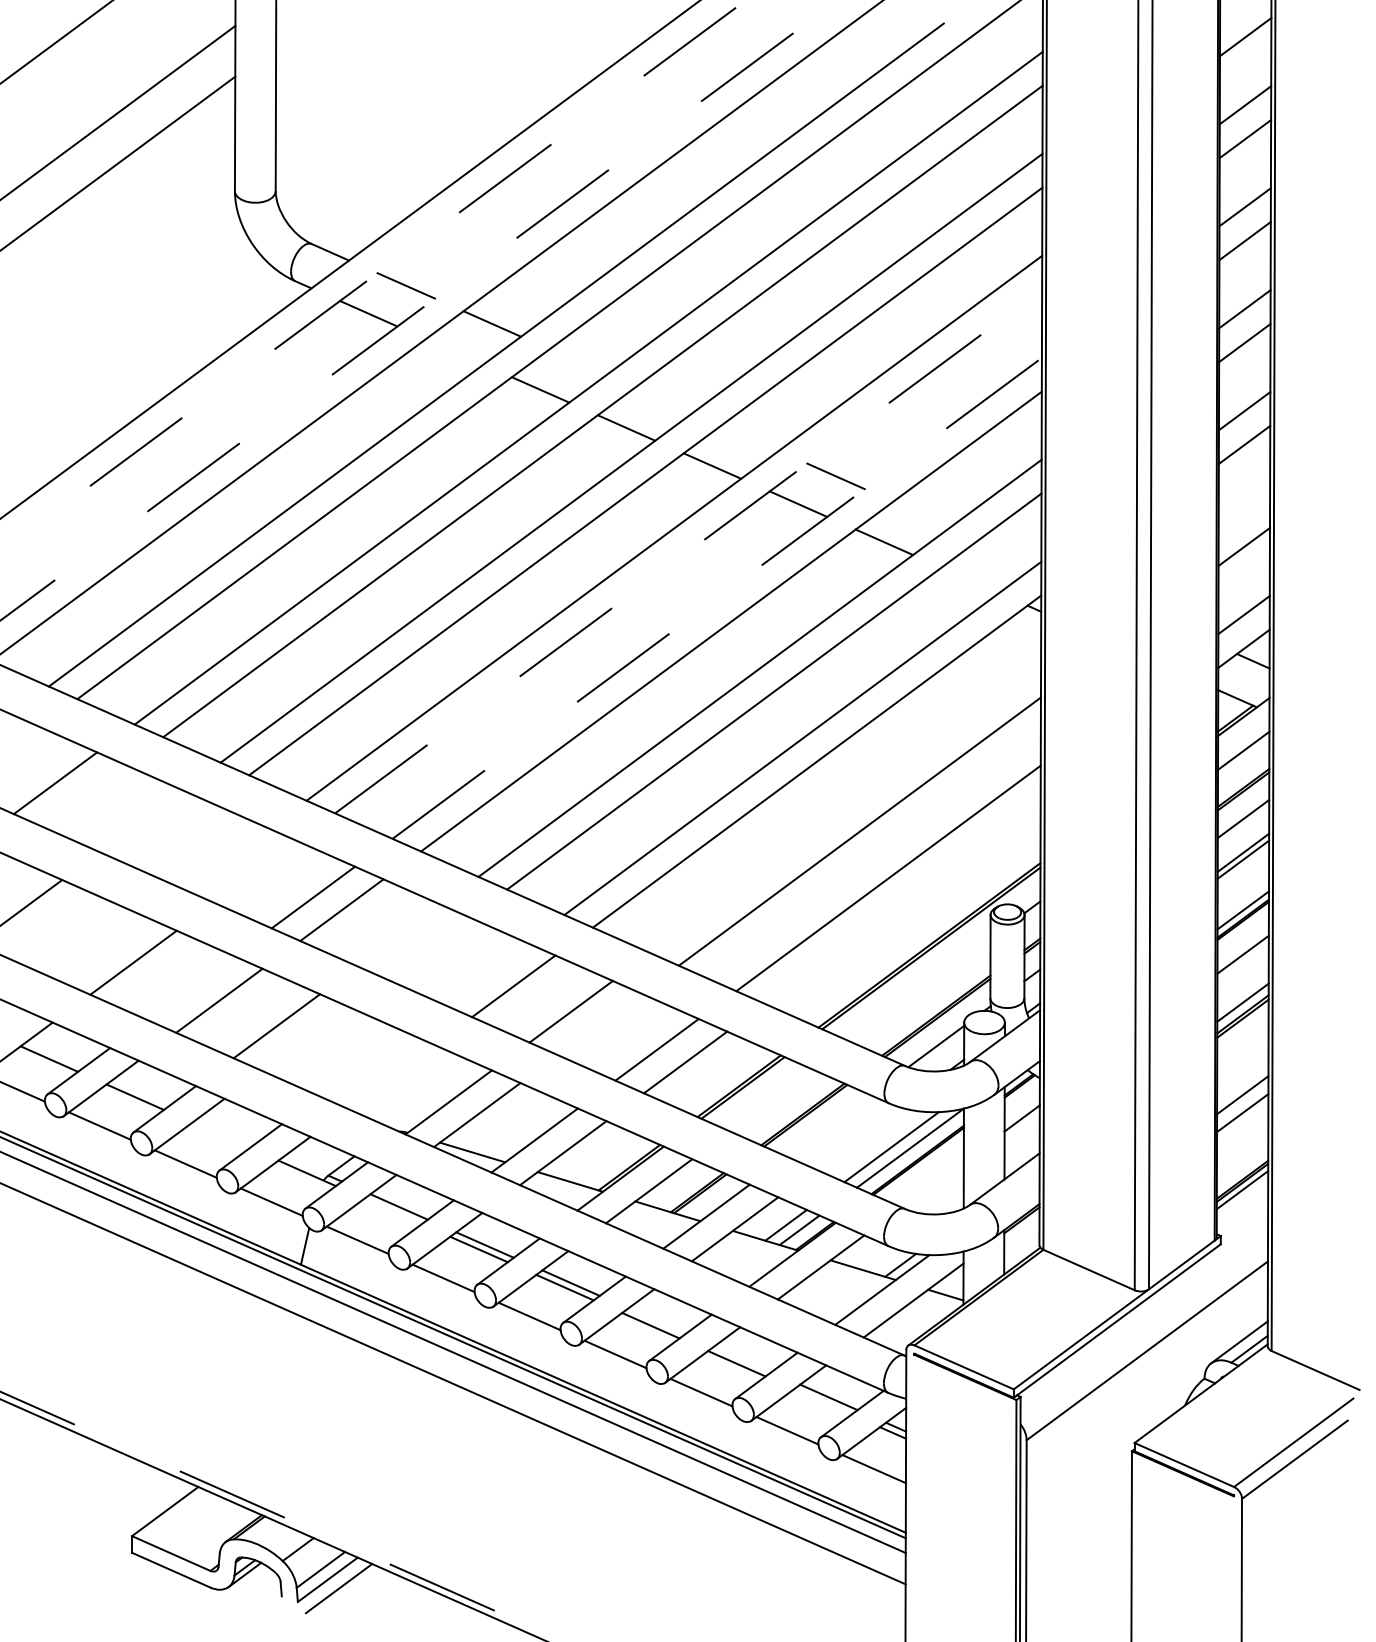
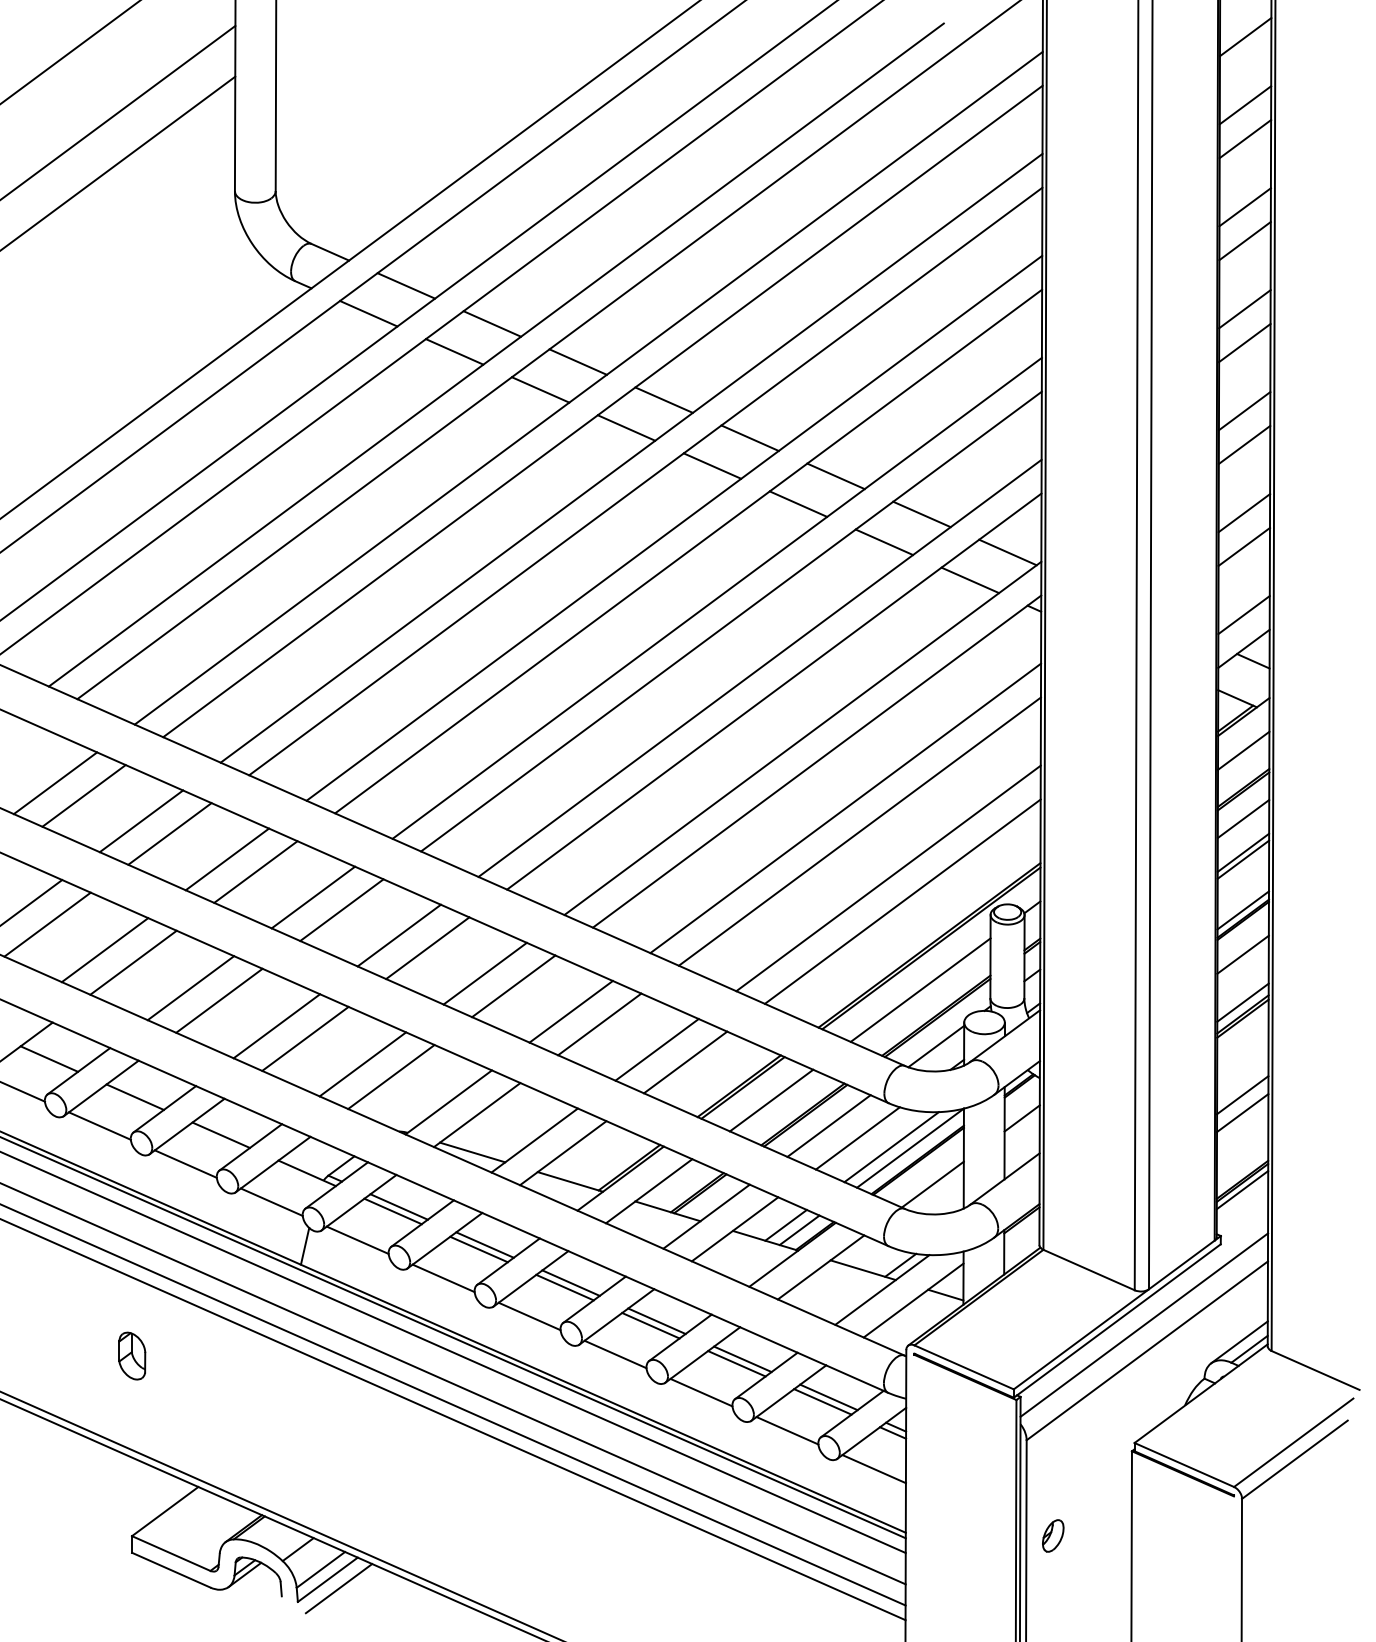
line at (56, 42) position: (56, 42) -> (69, 52)
line at (373, 276): dashed -> solid
line at (419, 309): dashed -> solid
line at (454, 351): none -> present
line at (577, 361): none -> present
line at (663, 399): none -> present
line at (749, 437): none -> present
line at (1244, 513): none -> present
line at (921, 514): none -> present
line at (688, 551): dashed -> solid
line at (1007, 552): none -> present
line at (970, 580): none -> present
line at (717, 598): dashed -> solid
line at (83, 795): none -> present
line at (845, 808): none -> present
line at (141, 821): none -> present
line at (169, 833): none -> present
line at (227, 859): none -> present
line at (255, 871): none -> present
line at (902, 901): none -> present
line at (47, 924): none -> present
line at (398, 935): none -> present
line at (427, 948): none -> present
line at (104, 950): none -> present
line at (484, 973): none -> present
line at (190, 988): none -> present
line at (920, 989): none -> present
line at (599, 1024): none -> present
line at (305, 1038): none -> present
line at (362, 1064): none -> present
line at (391, 1077): none -> present
line at (771, 1100): none -> present
line at (828, 1125): none -> present
line at (220, 1134): none -> present
line at (857, 1138): none -> present
line at (932, 1184): none -> present
line at (392, 1211): none -> present
line at (656, 1321): none -> present
line at (1144, 1324): none -> present
part at (132, 1355): none -> present
line at (742, 1359): none -> present
line at (822, 1401): none -> present
line at (453, 1405): none -> present
line at (453, 1419): none -> present
line at (281, 1516): dashed -> solid
part at (1053, 1535): none -> present
